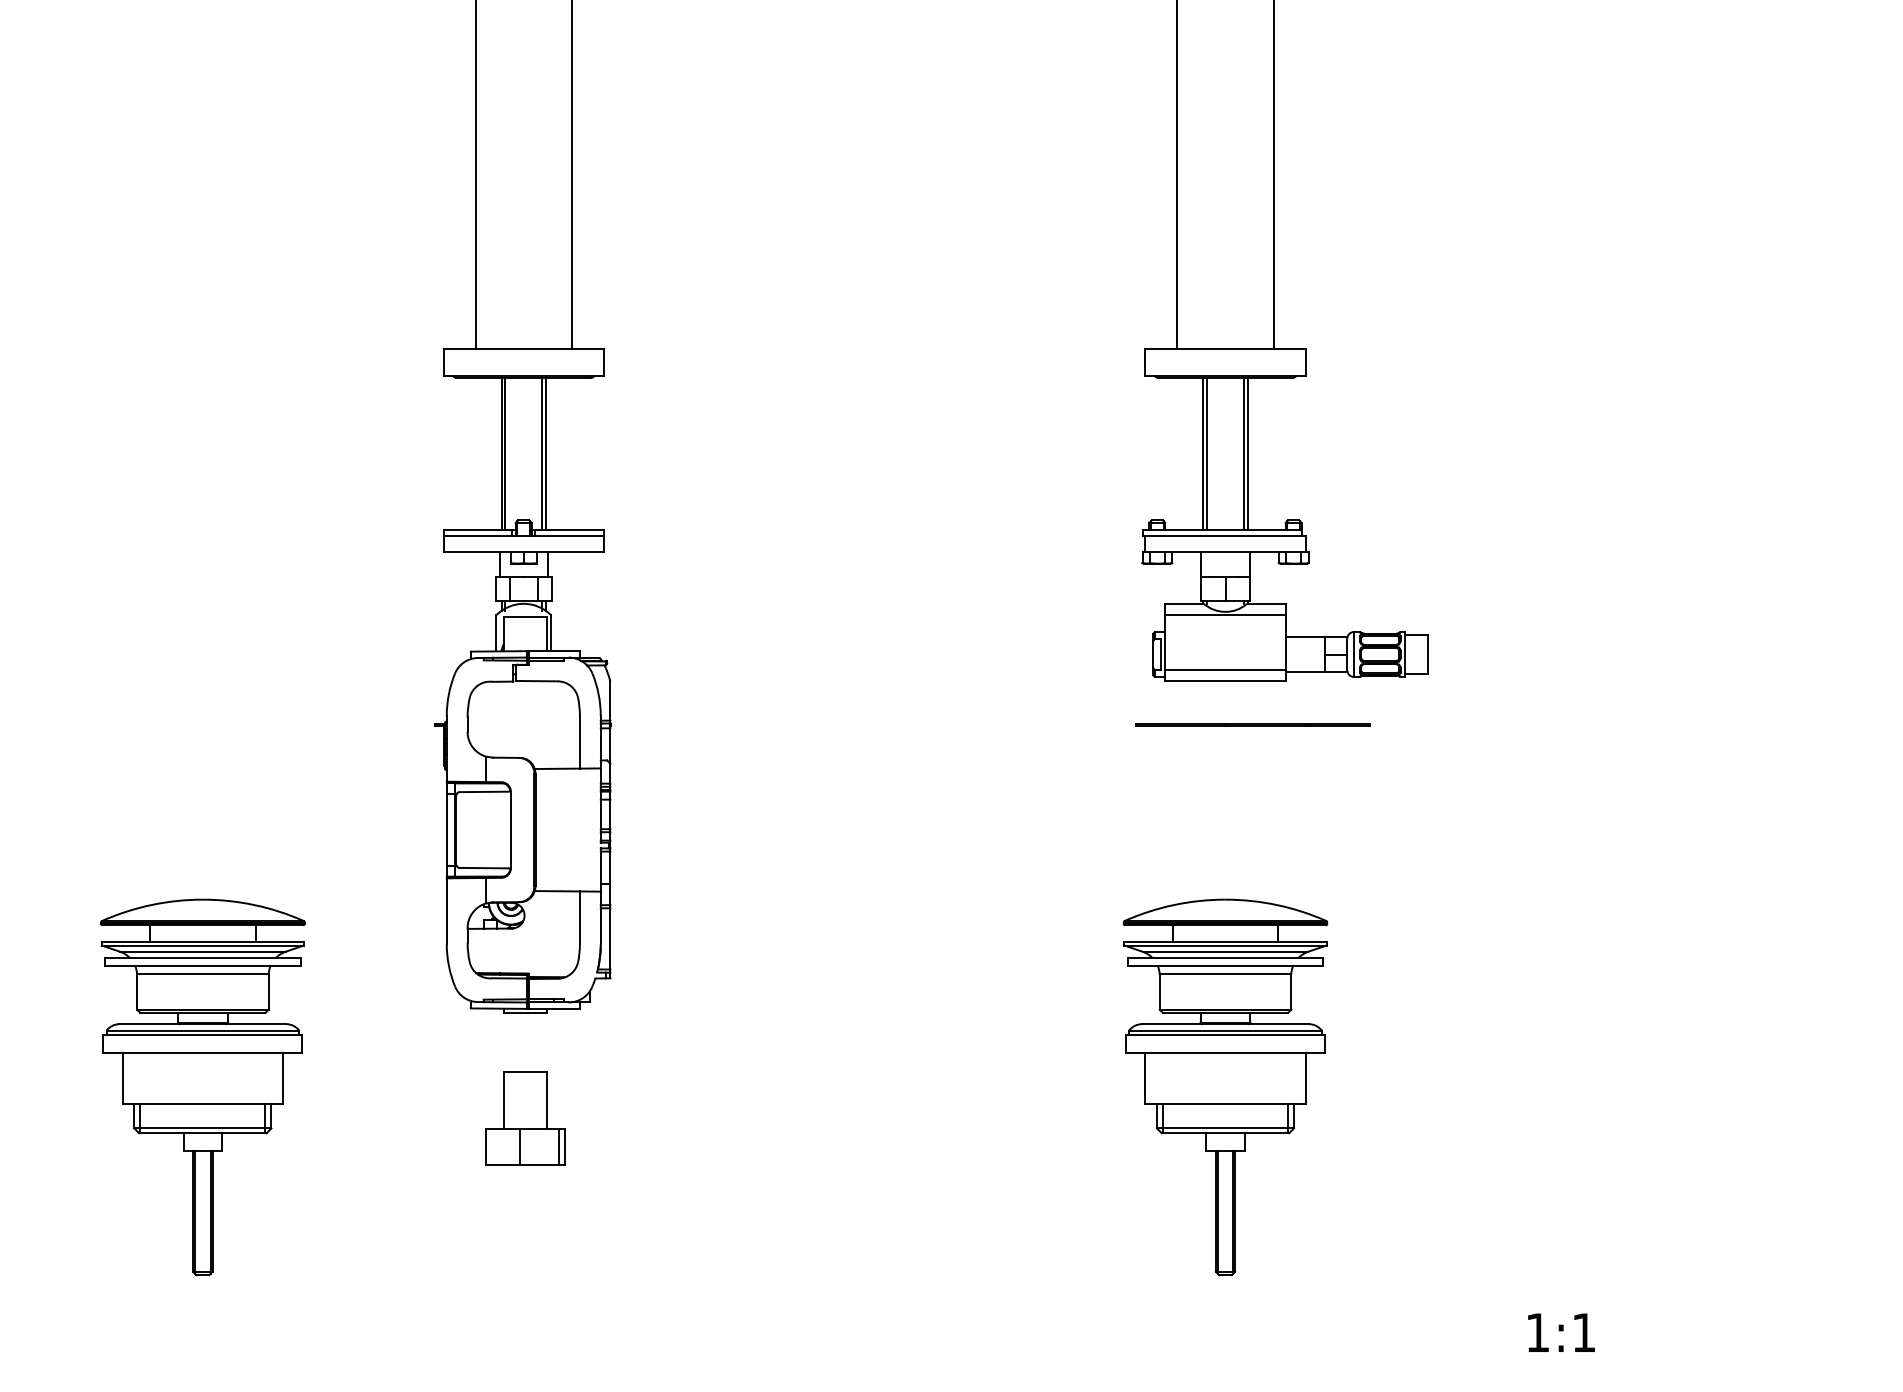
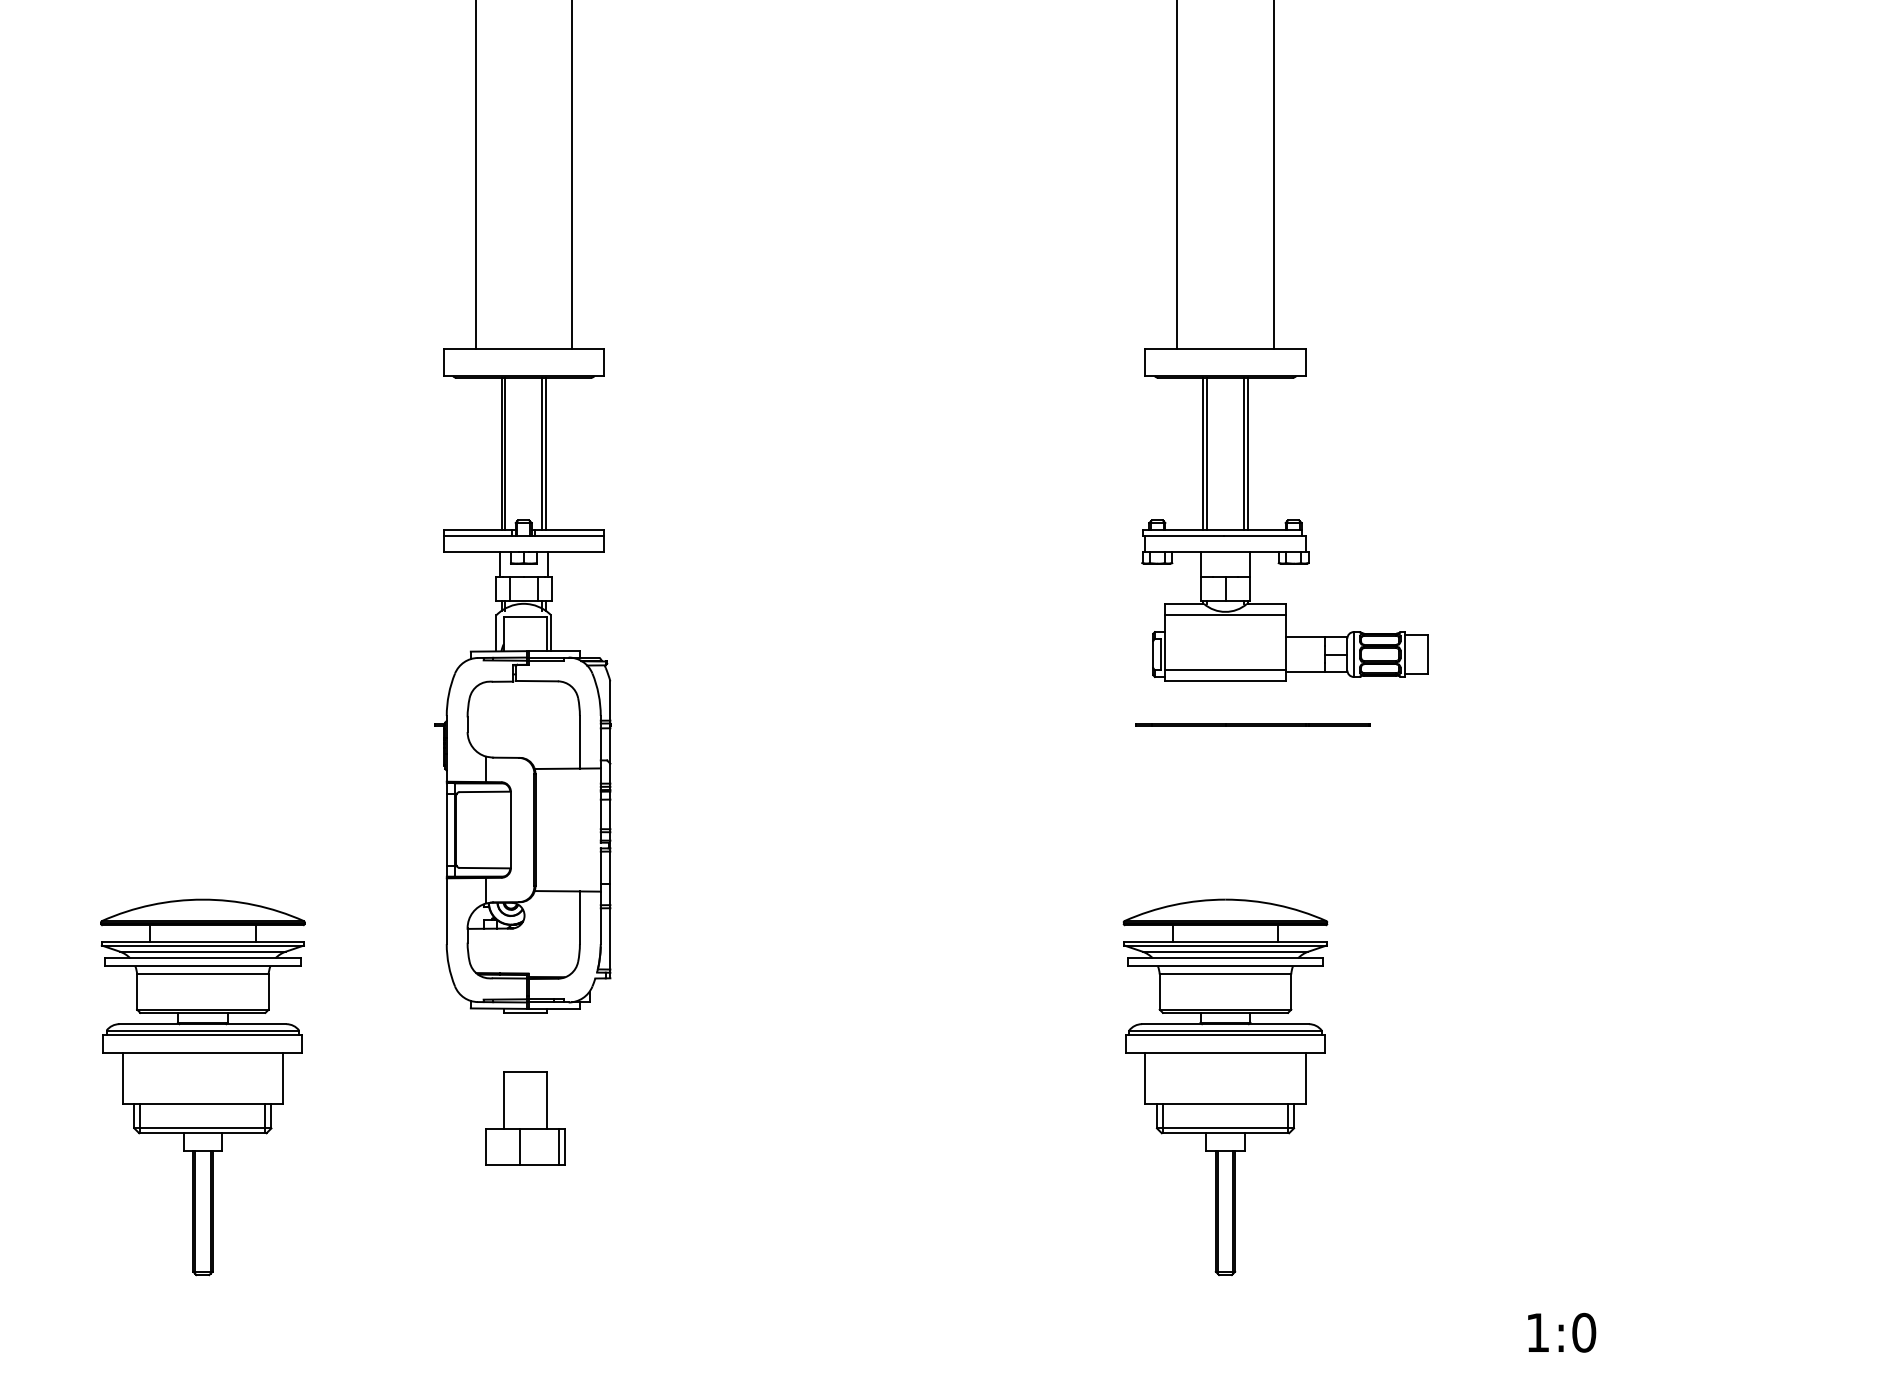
text at (1584, 1332): 1:1 -> 1:0
